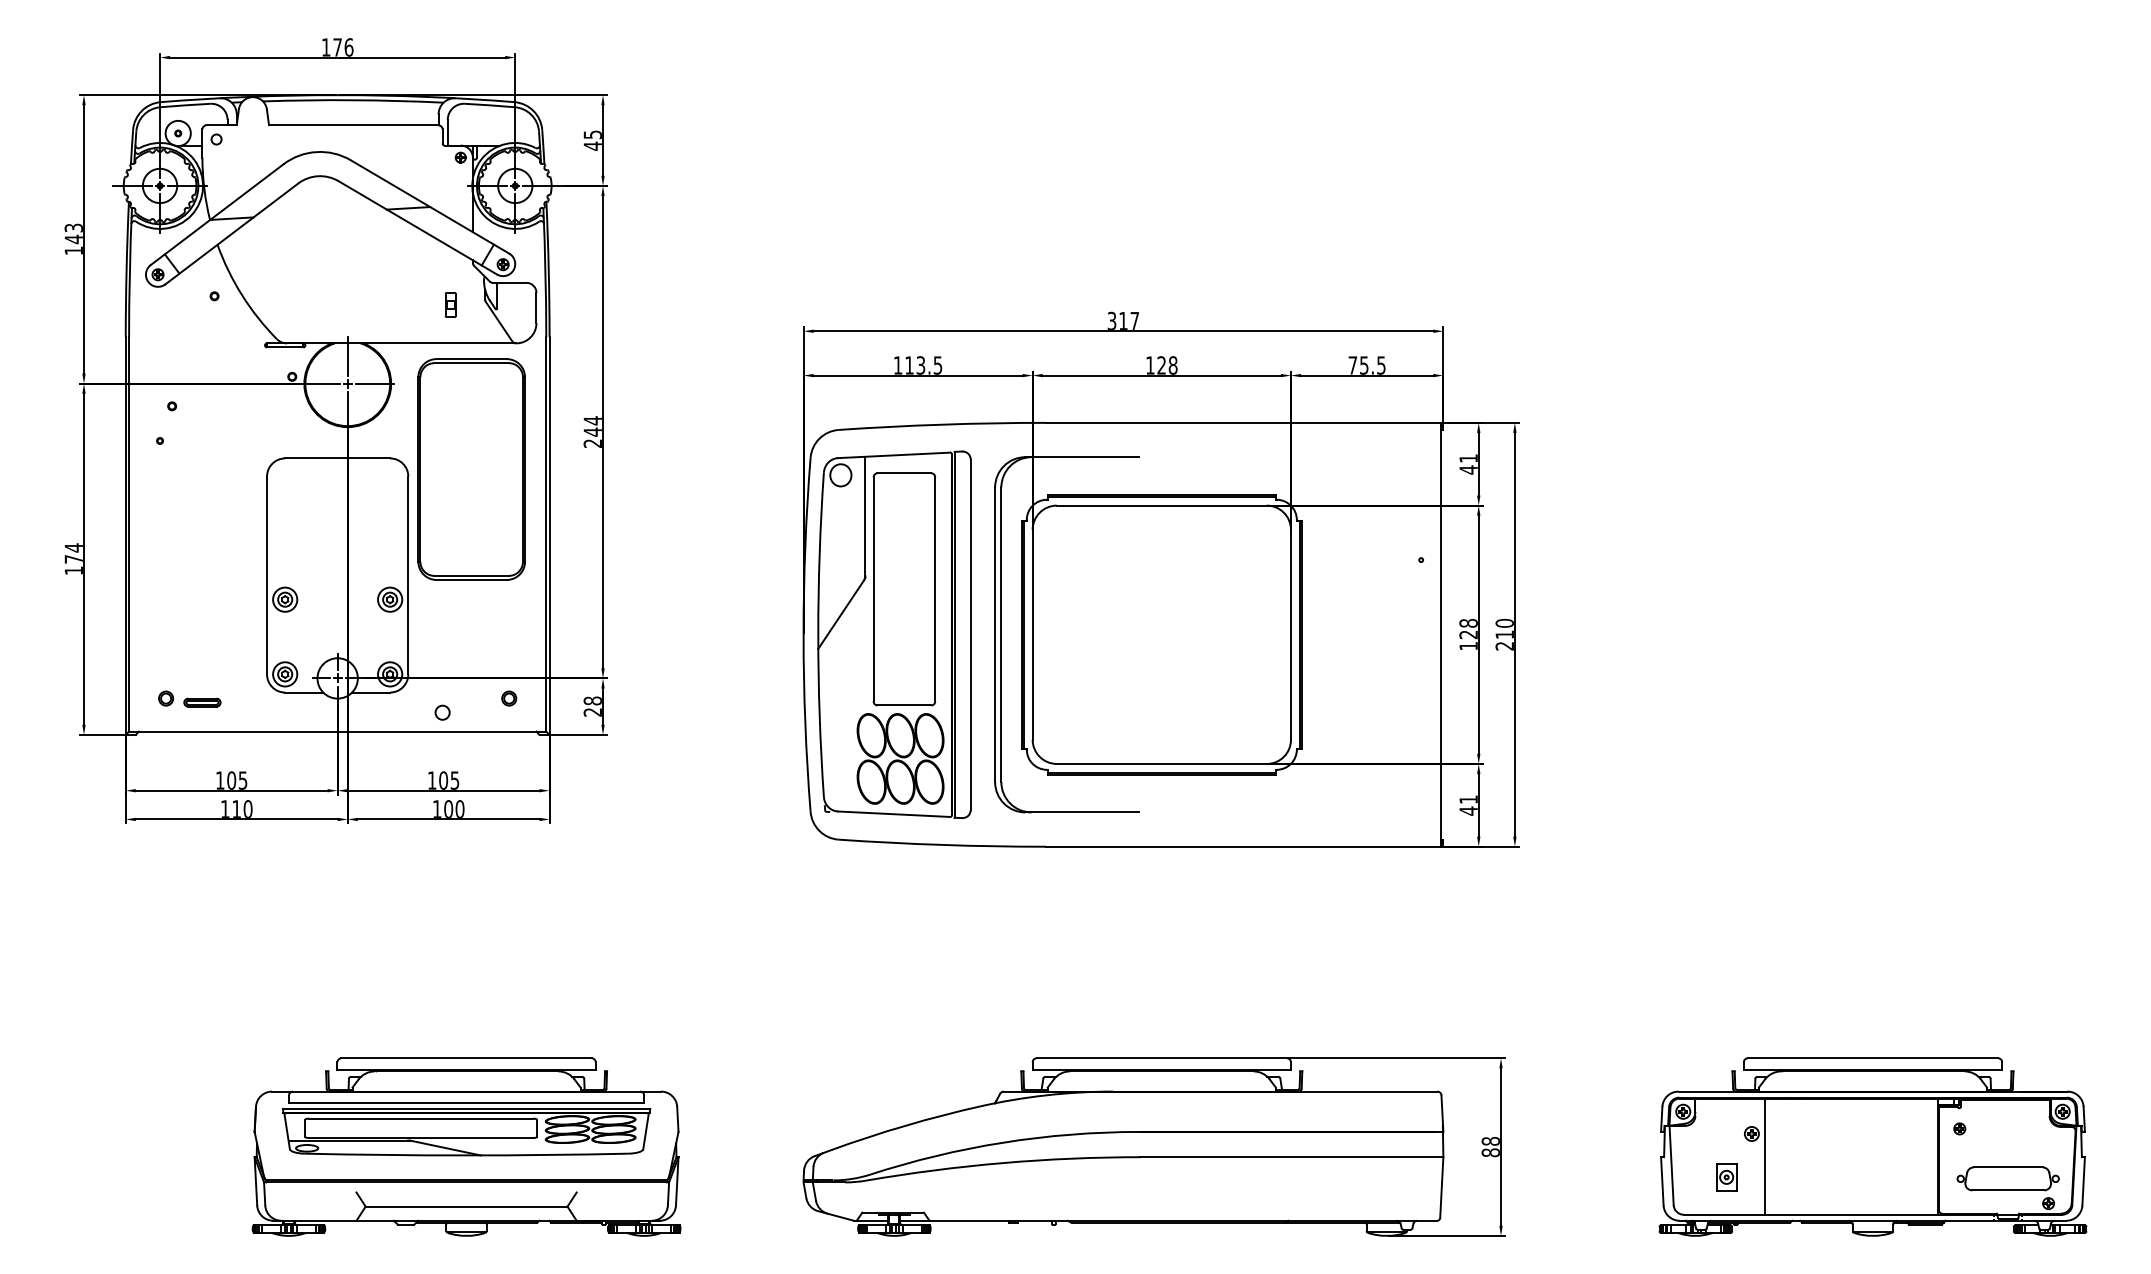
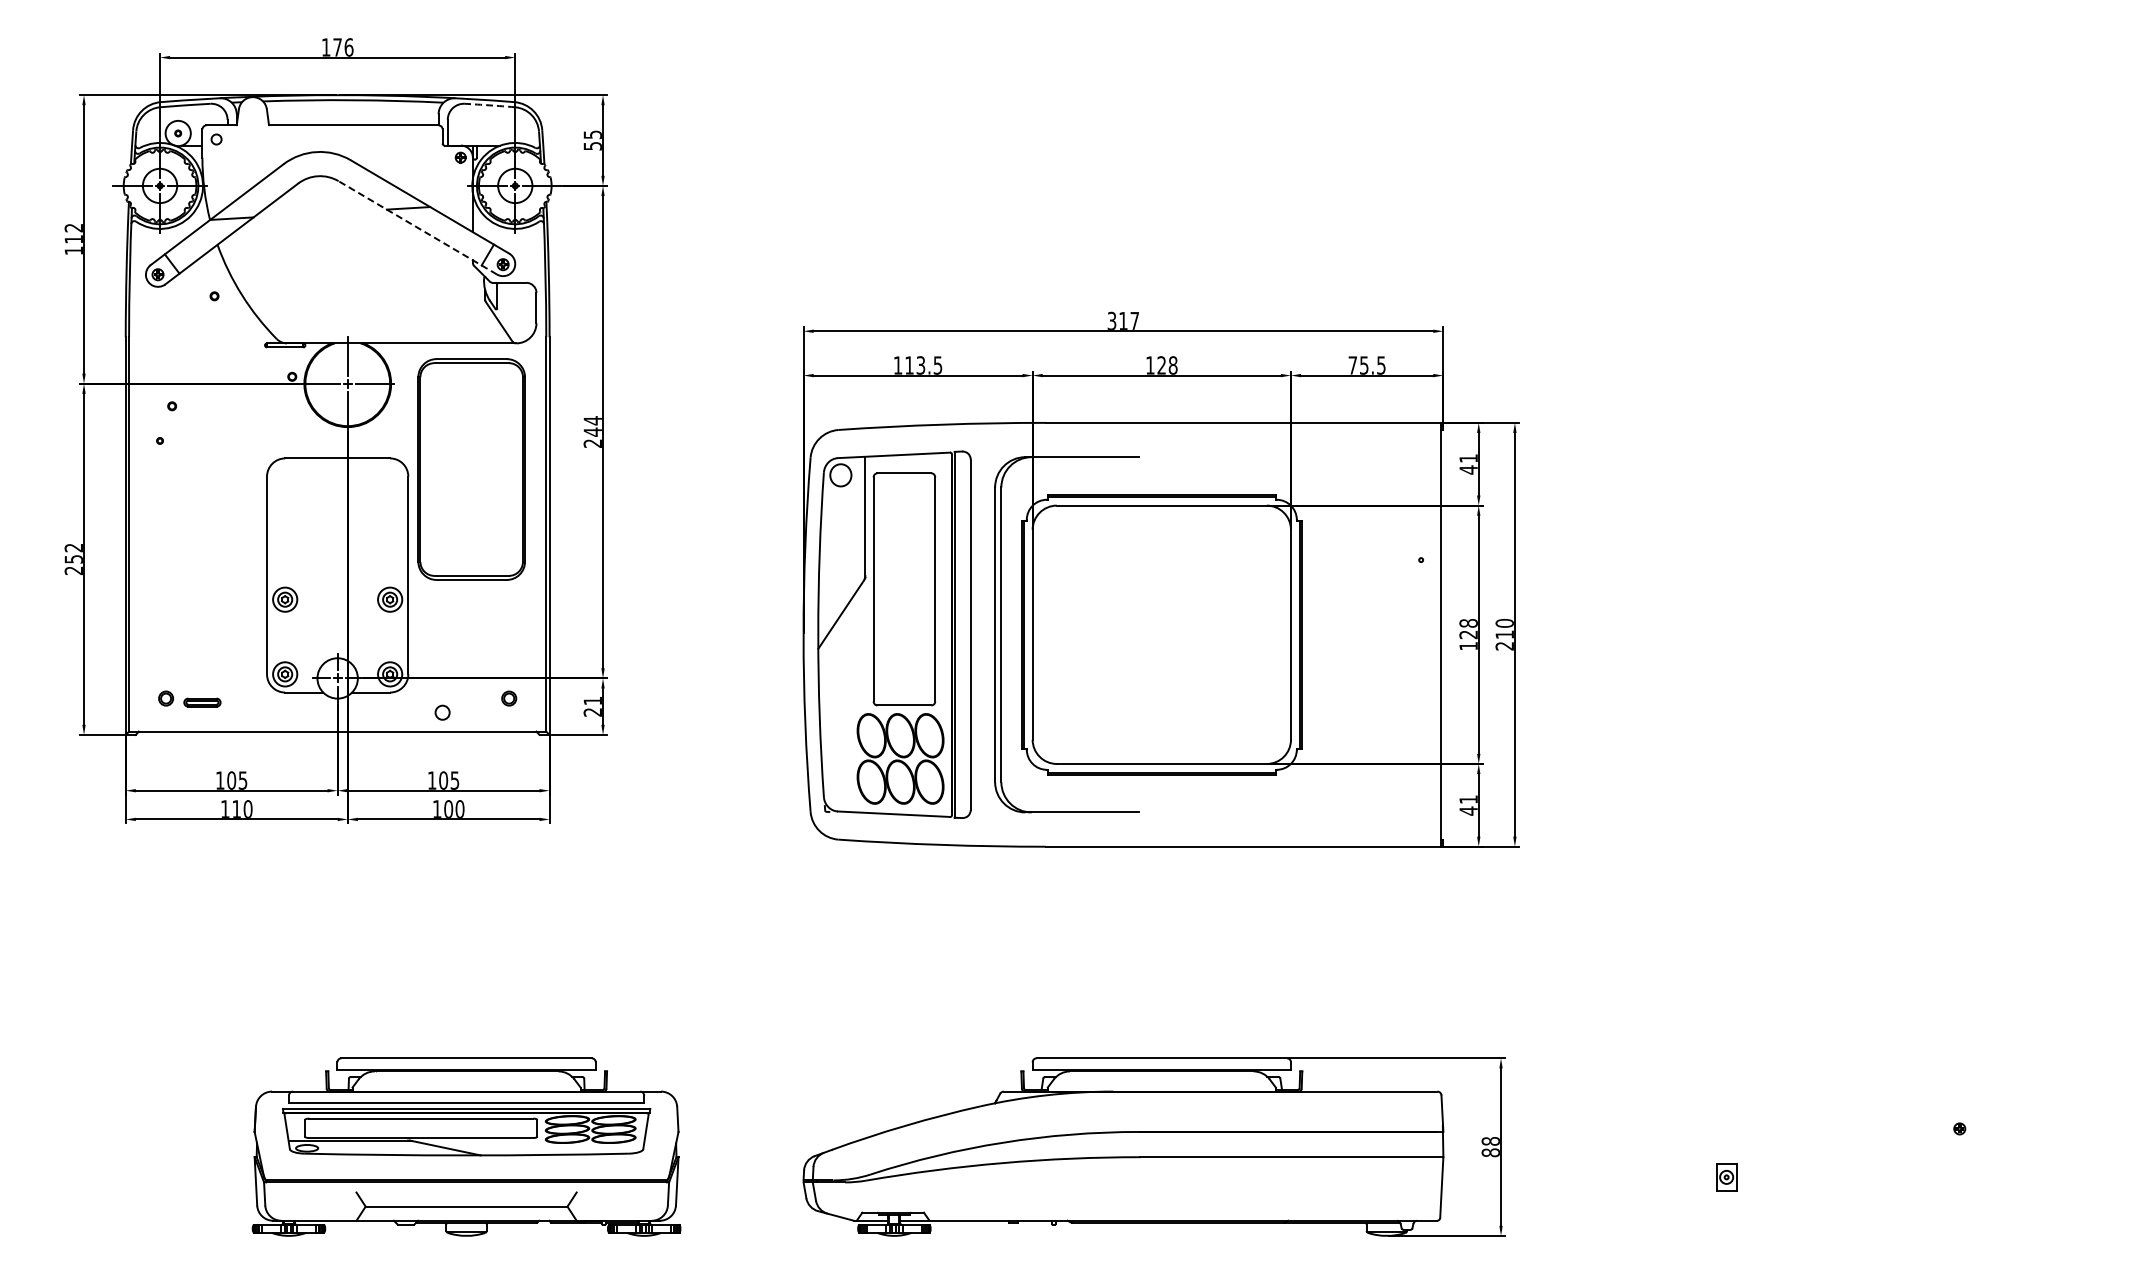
arc at (489, 105): solid -> dashed
text at (592, 145): 45 -> 55
line at (417, 227): solid -> dashed
text at (73, 233): 143 -> 112
part at (450, 304): present -> none
text at (73, 559): 174 -> 252
text at (592, 700): 28 -> 21
part at (1872, 1146): present -> none
